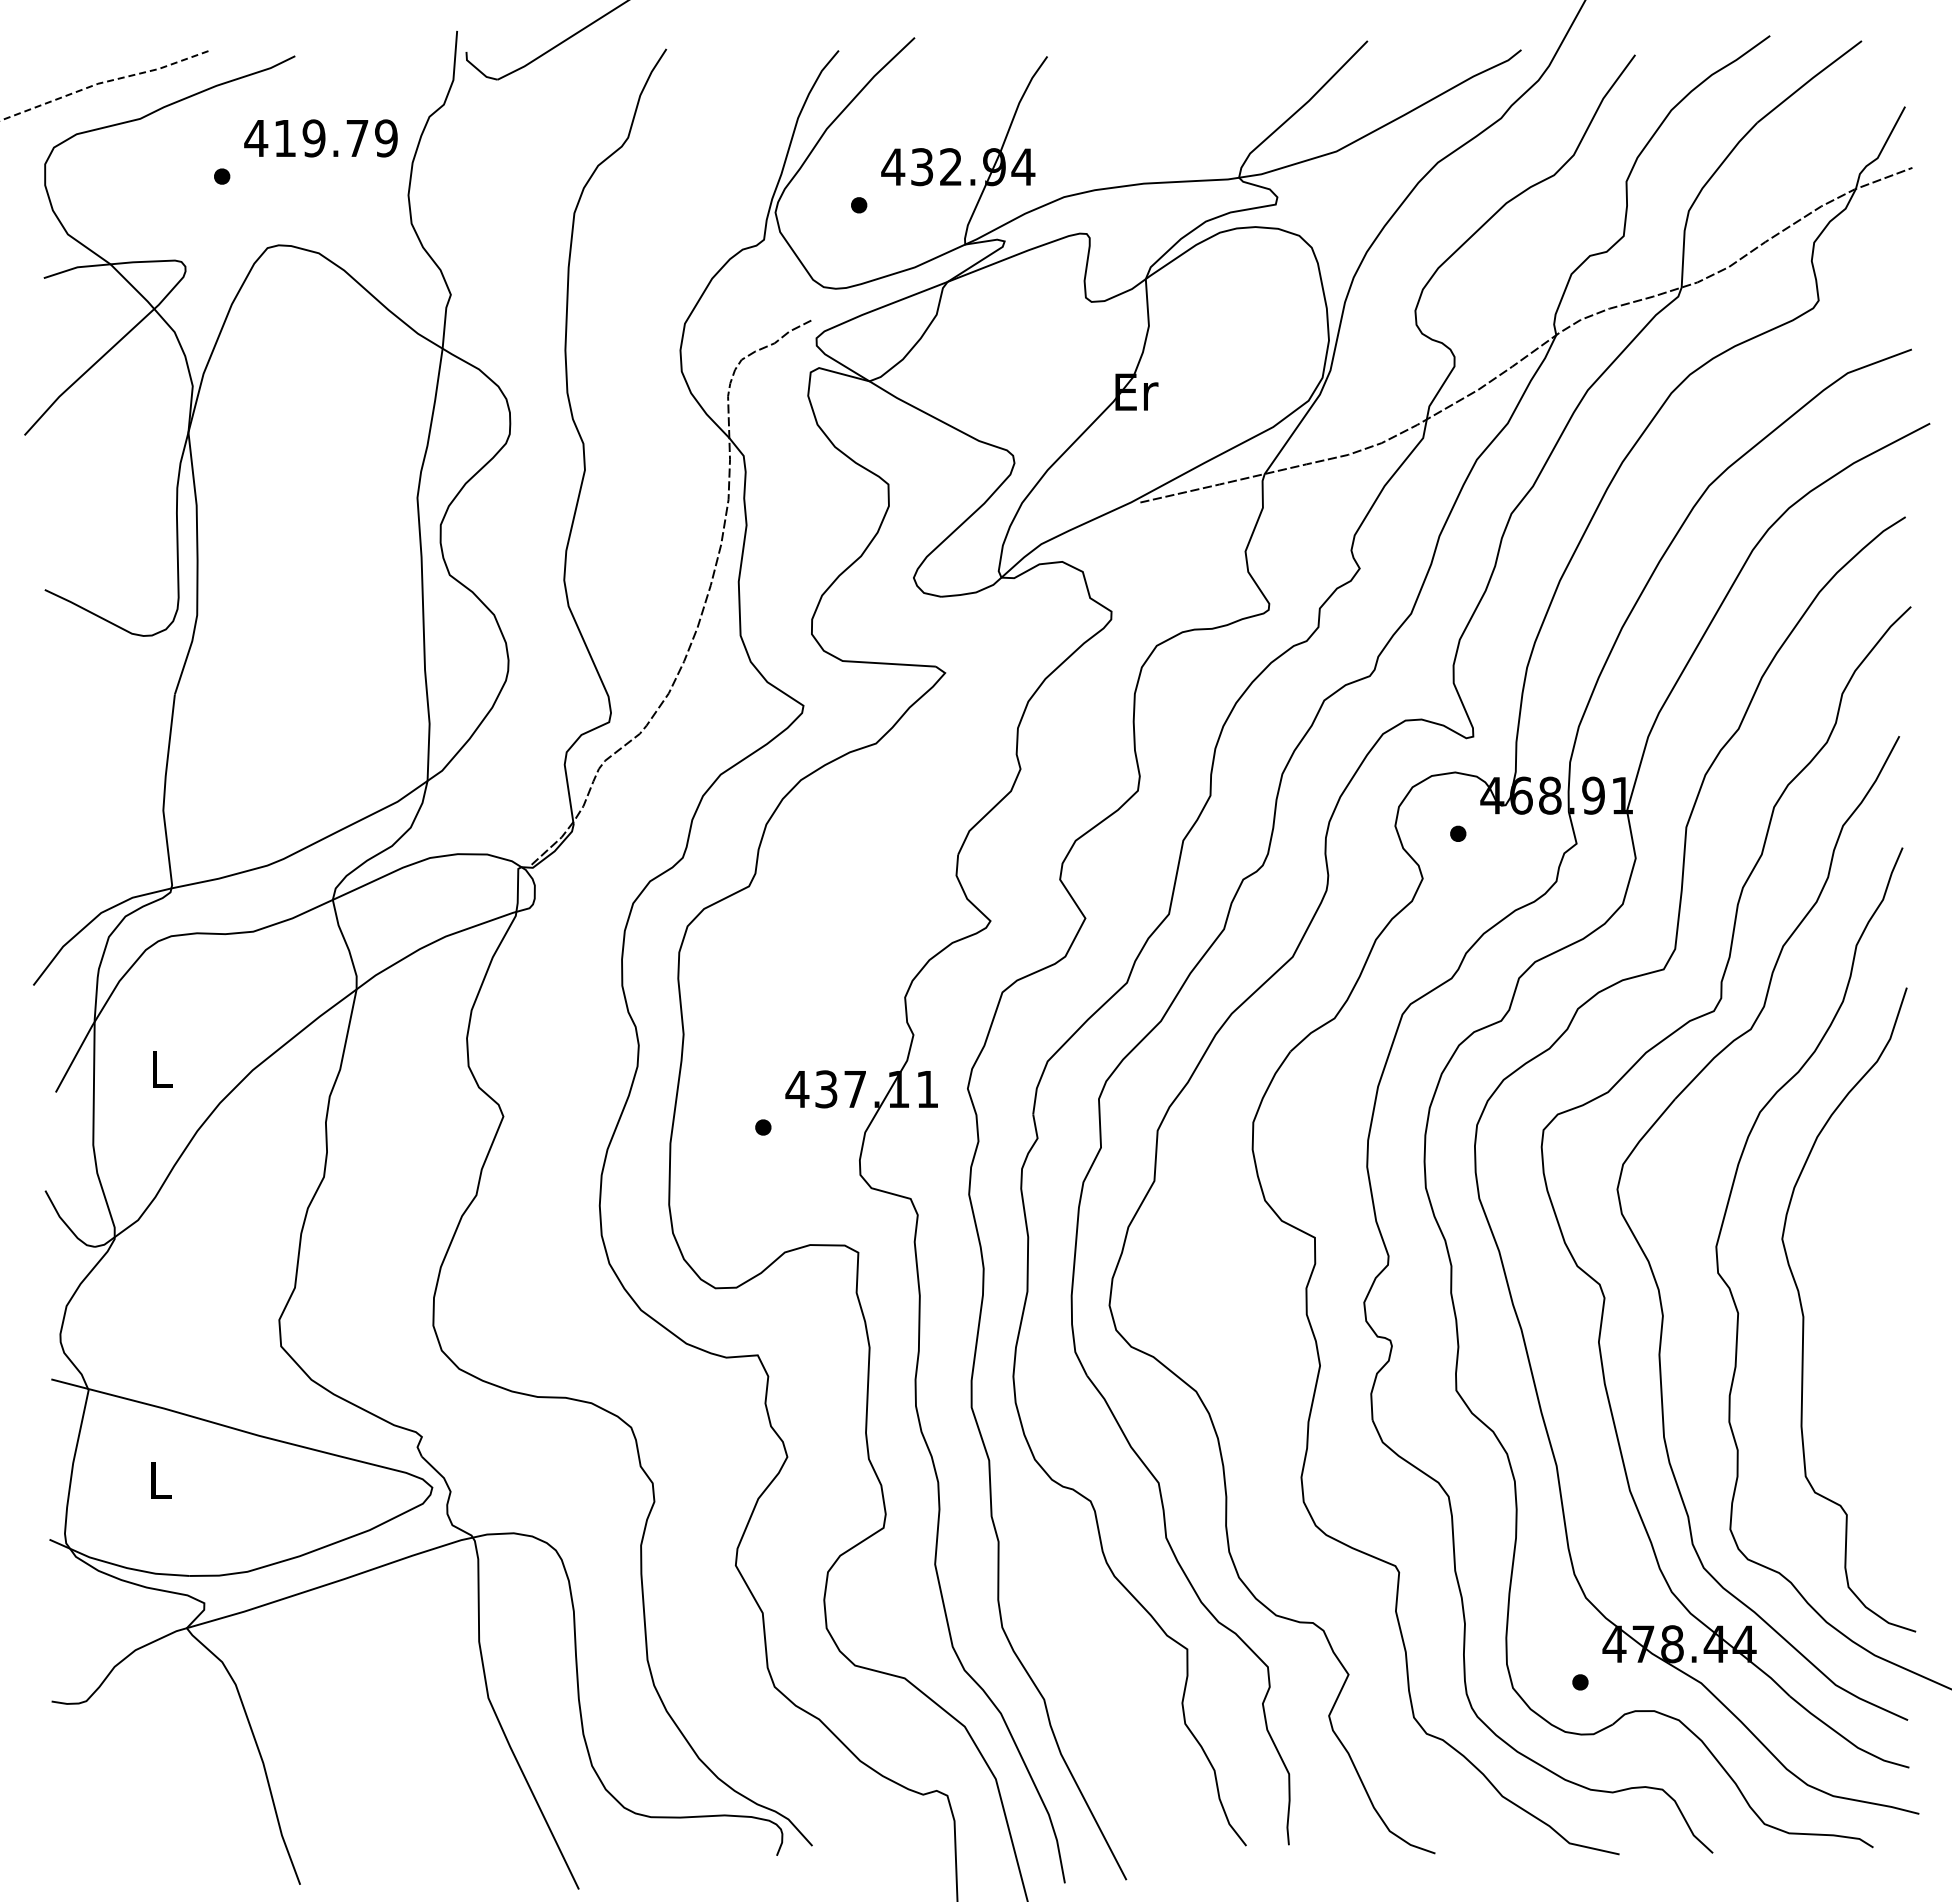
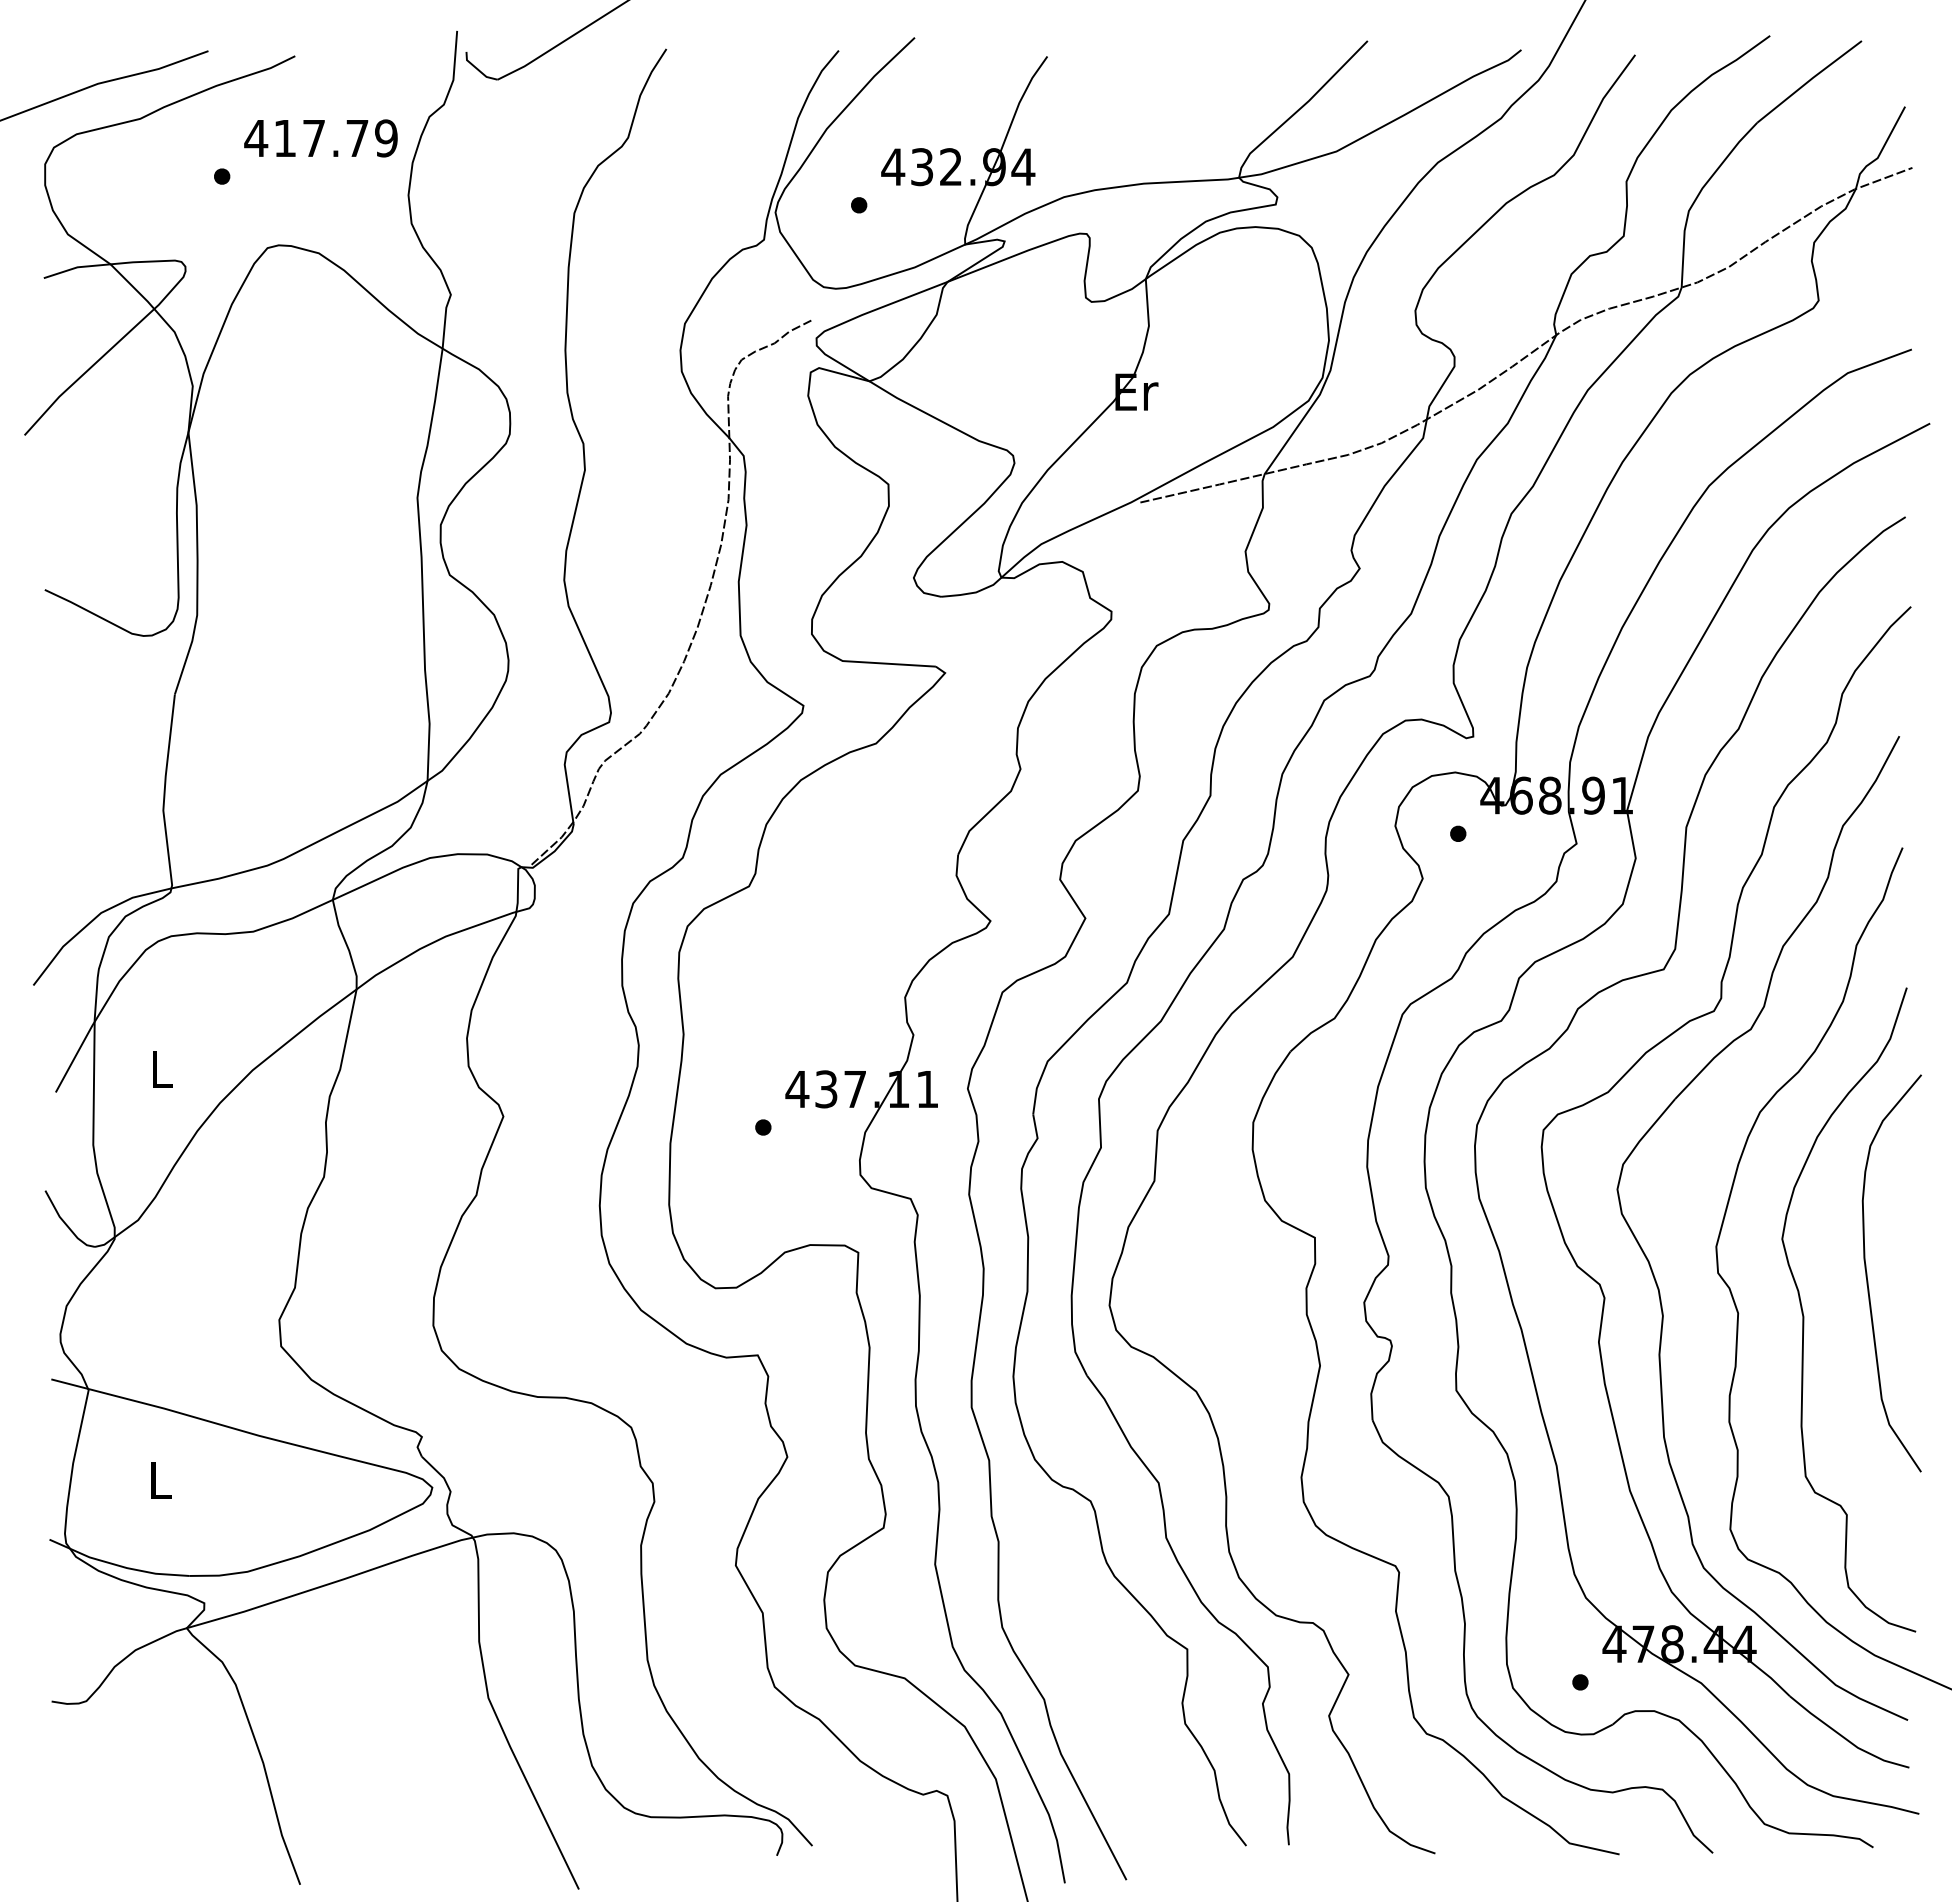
line at (102, 82): dashed -> solid
text at (313, 138): 419.79 -> 417.79
curve at (1867, 1273): none -> present
